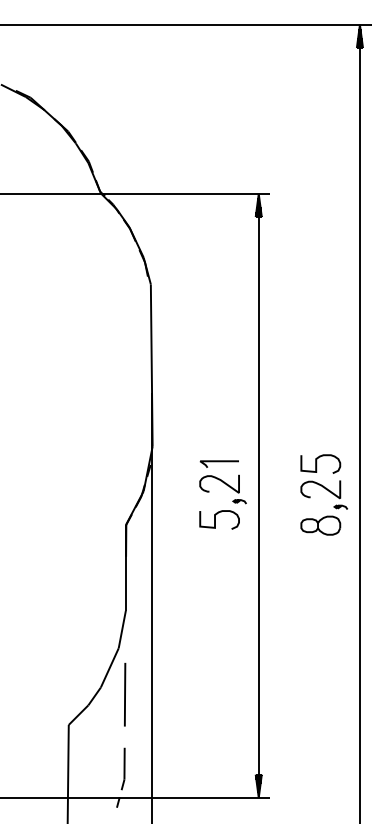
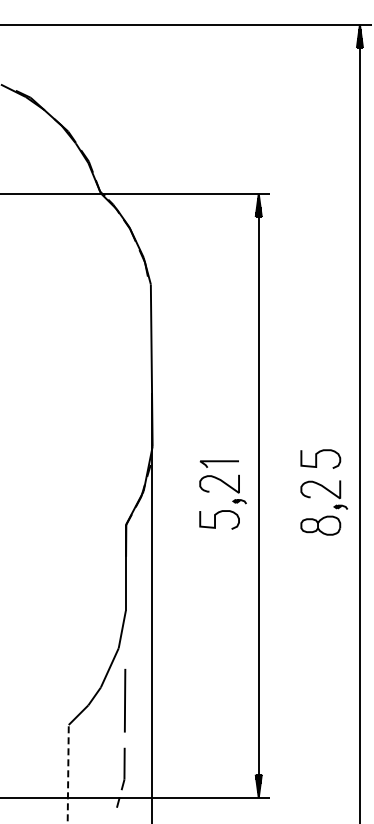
curve at (317, 463) position: (317, 463) -> (317, 458)
line at (125, 694) position: (125, 694) -> (125, 700)
line at (68, 773): solid -> dashed
